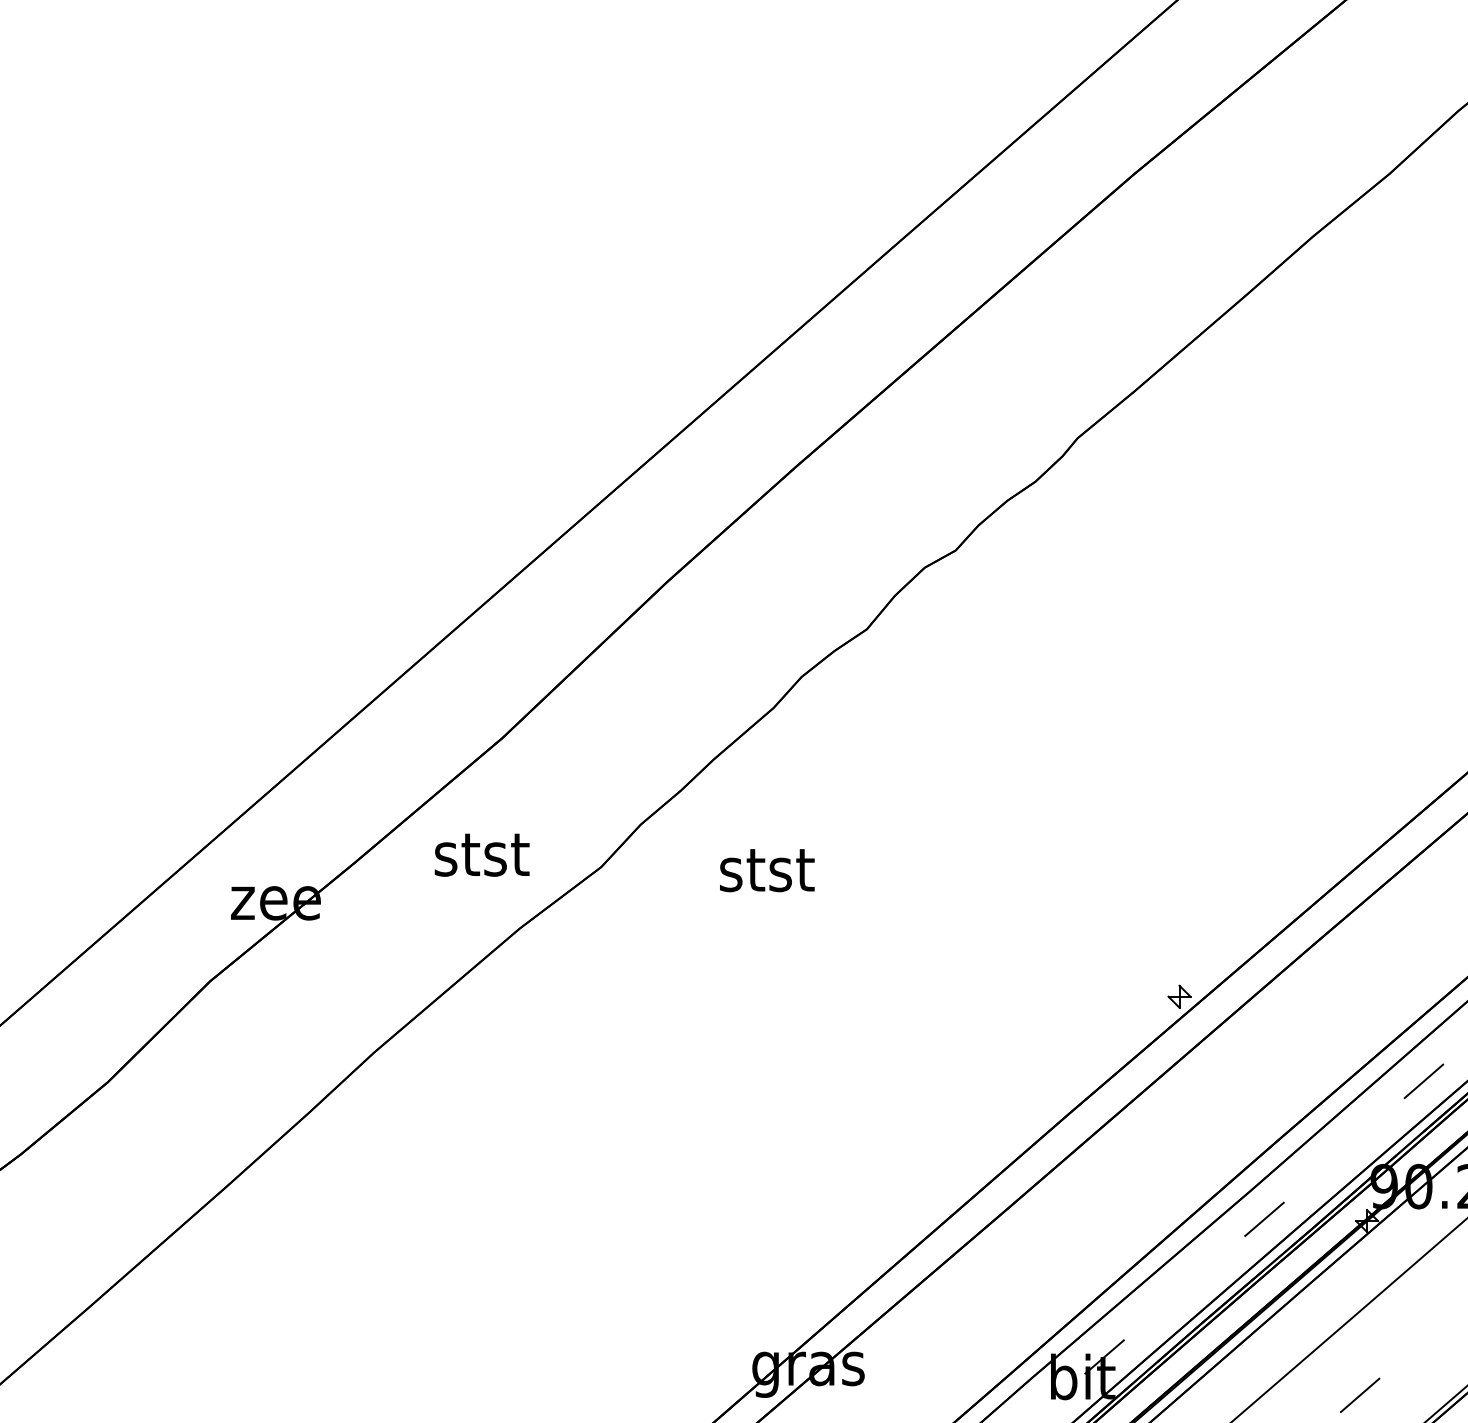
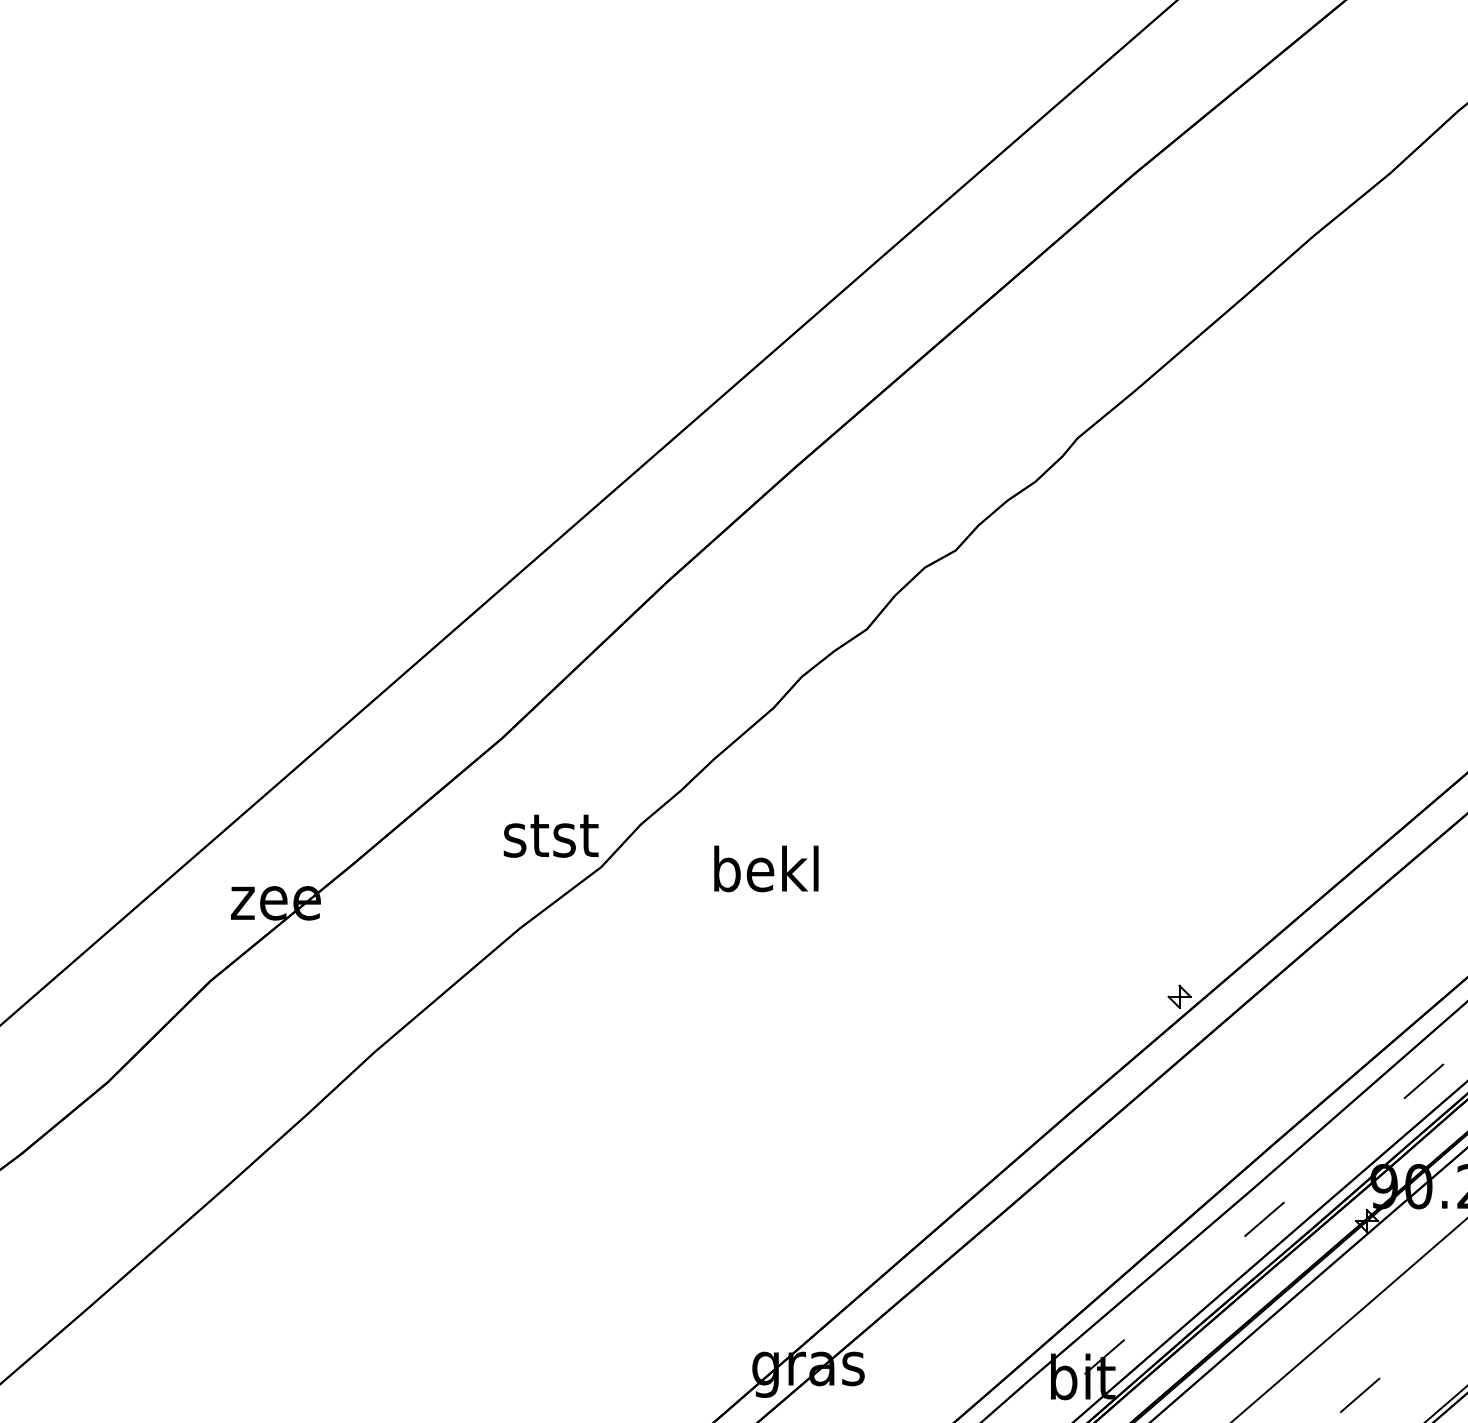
text at (481, 854) position: (481, 854) -> (550, 835)
text at (766, 868): stst -> bekl
